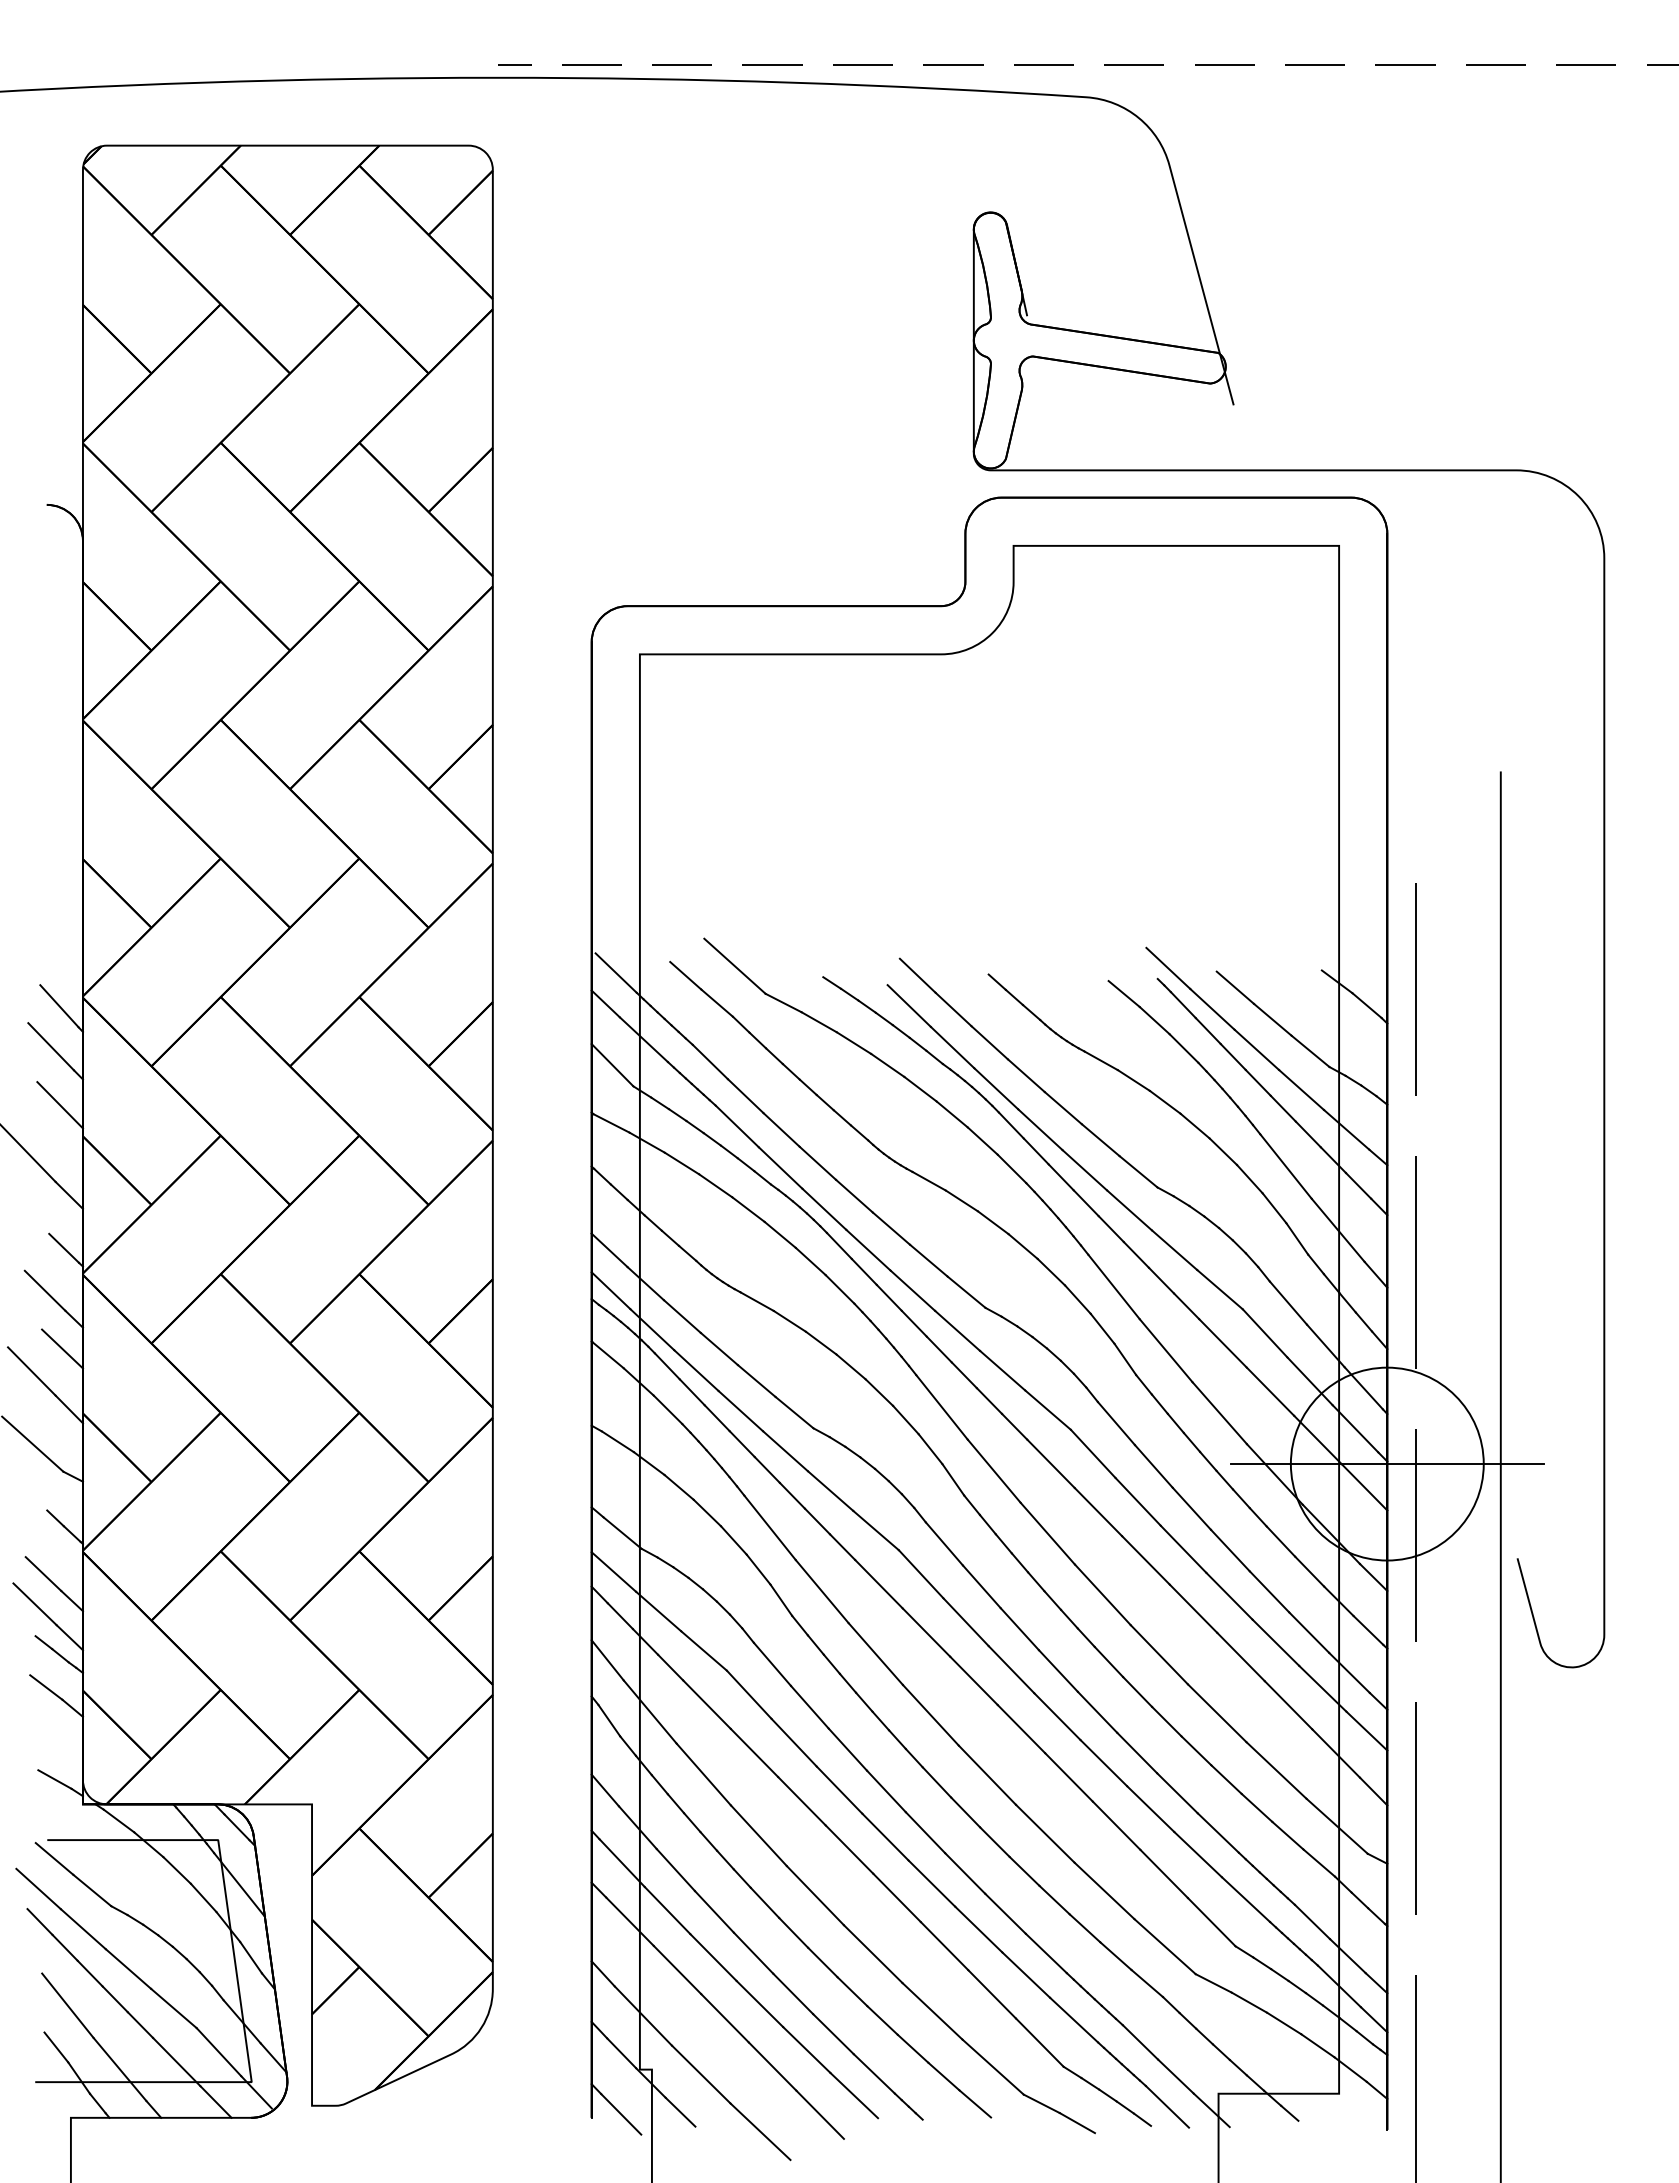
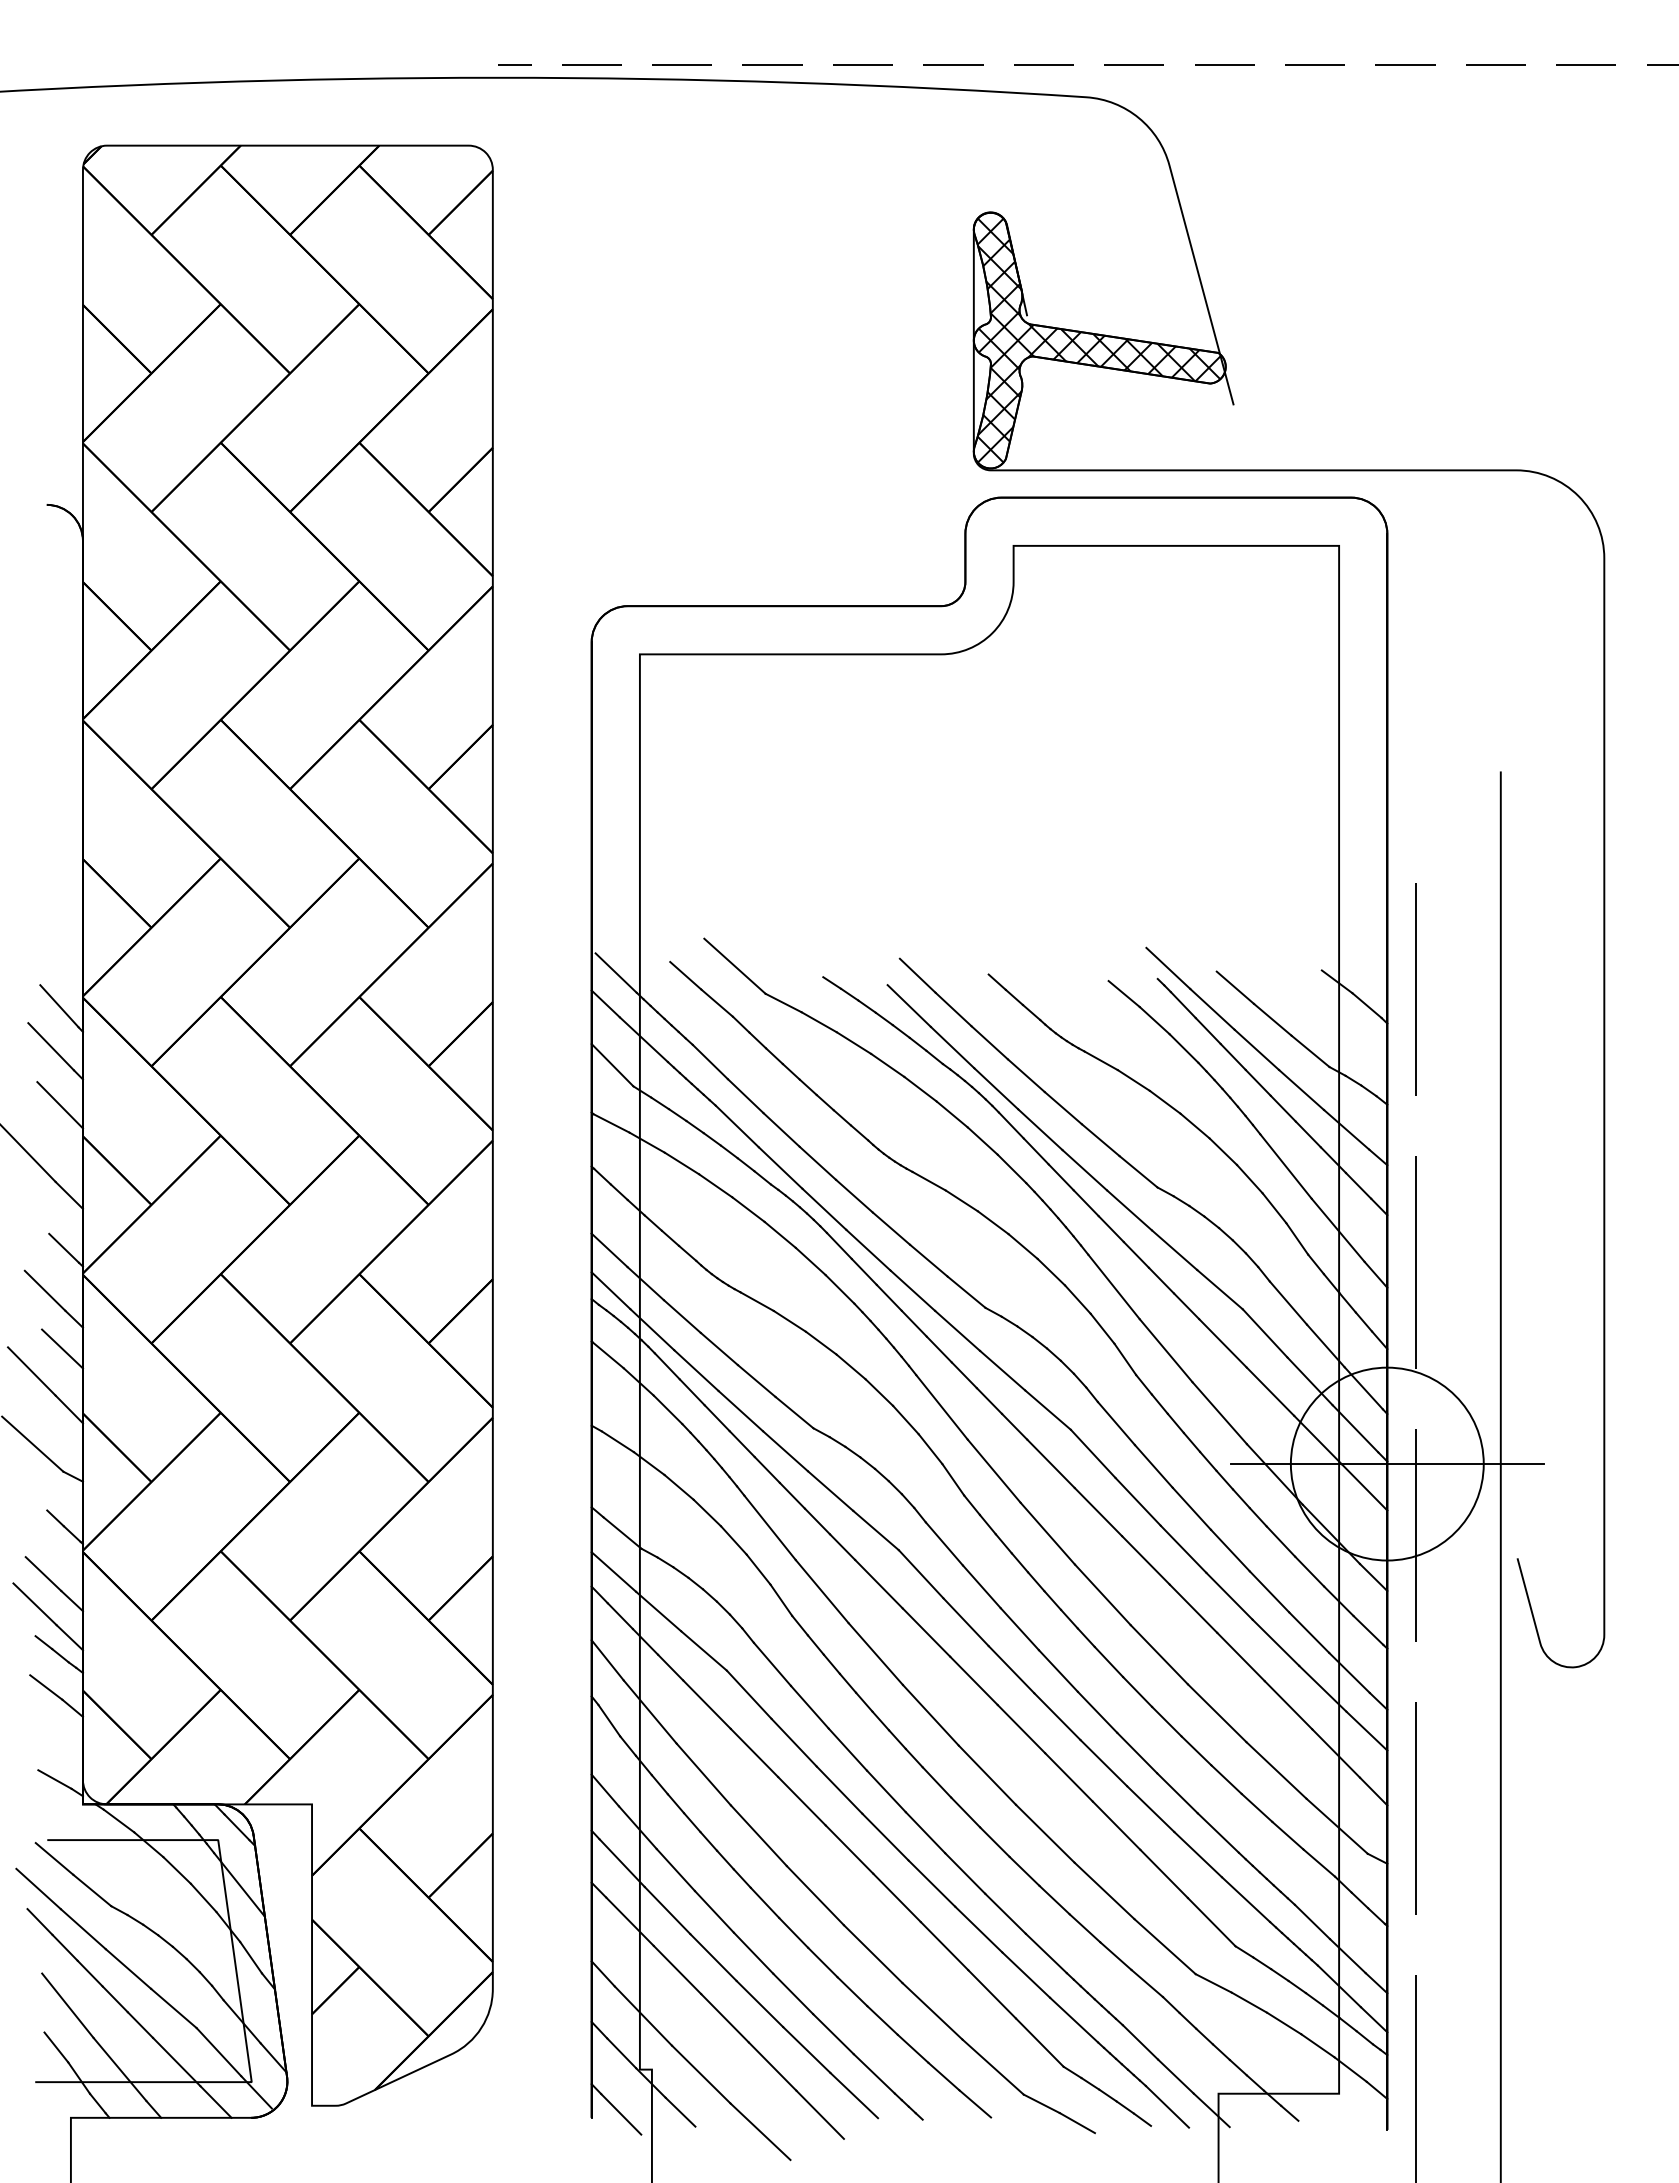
hatch at (1099, 340): none -> present
